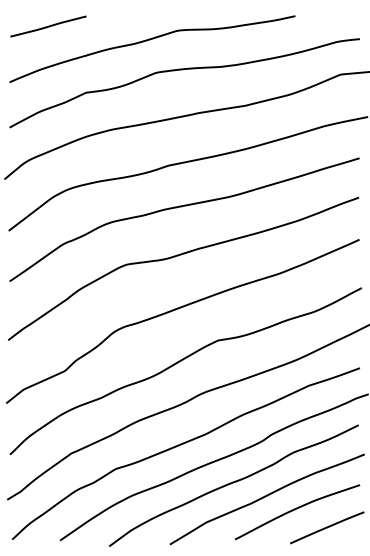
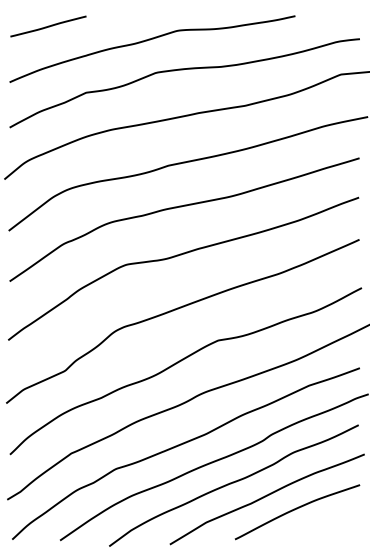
line at (327, 527): present -> none
